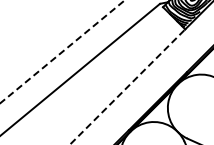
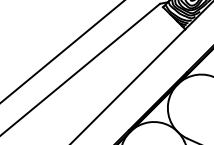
line at (62, 51): dashed -> solid
line at (127, 87): dashed -> solid
